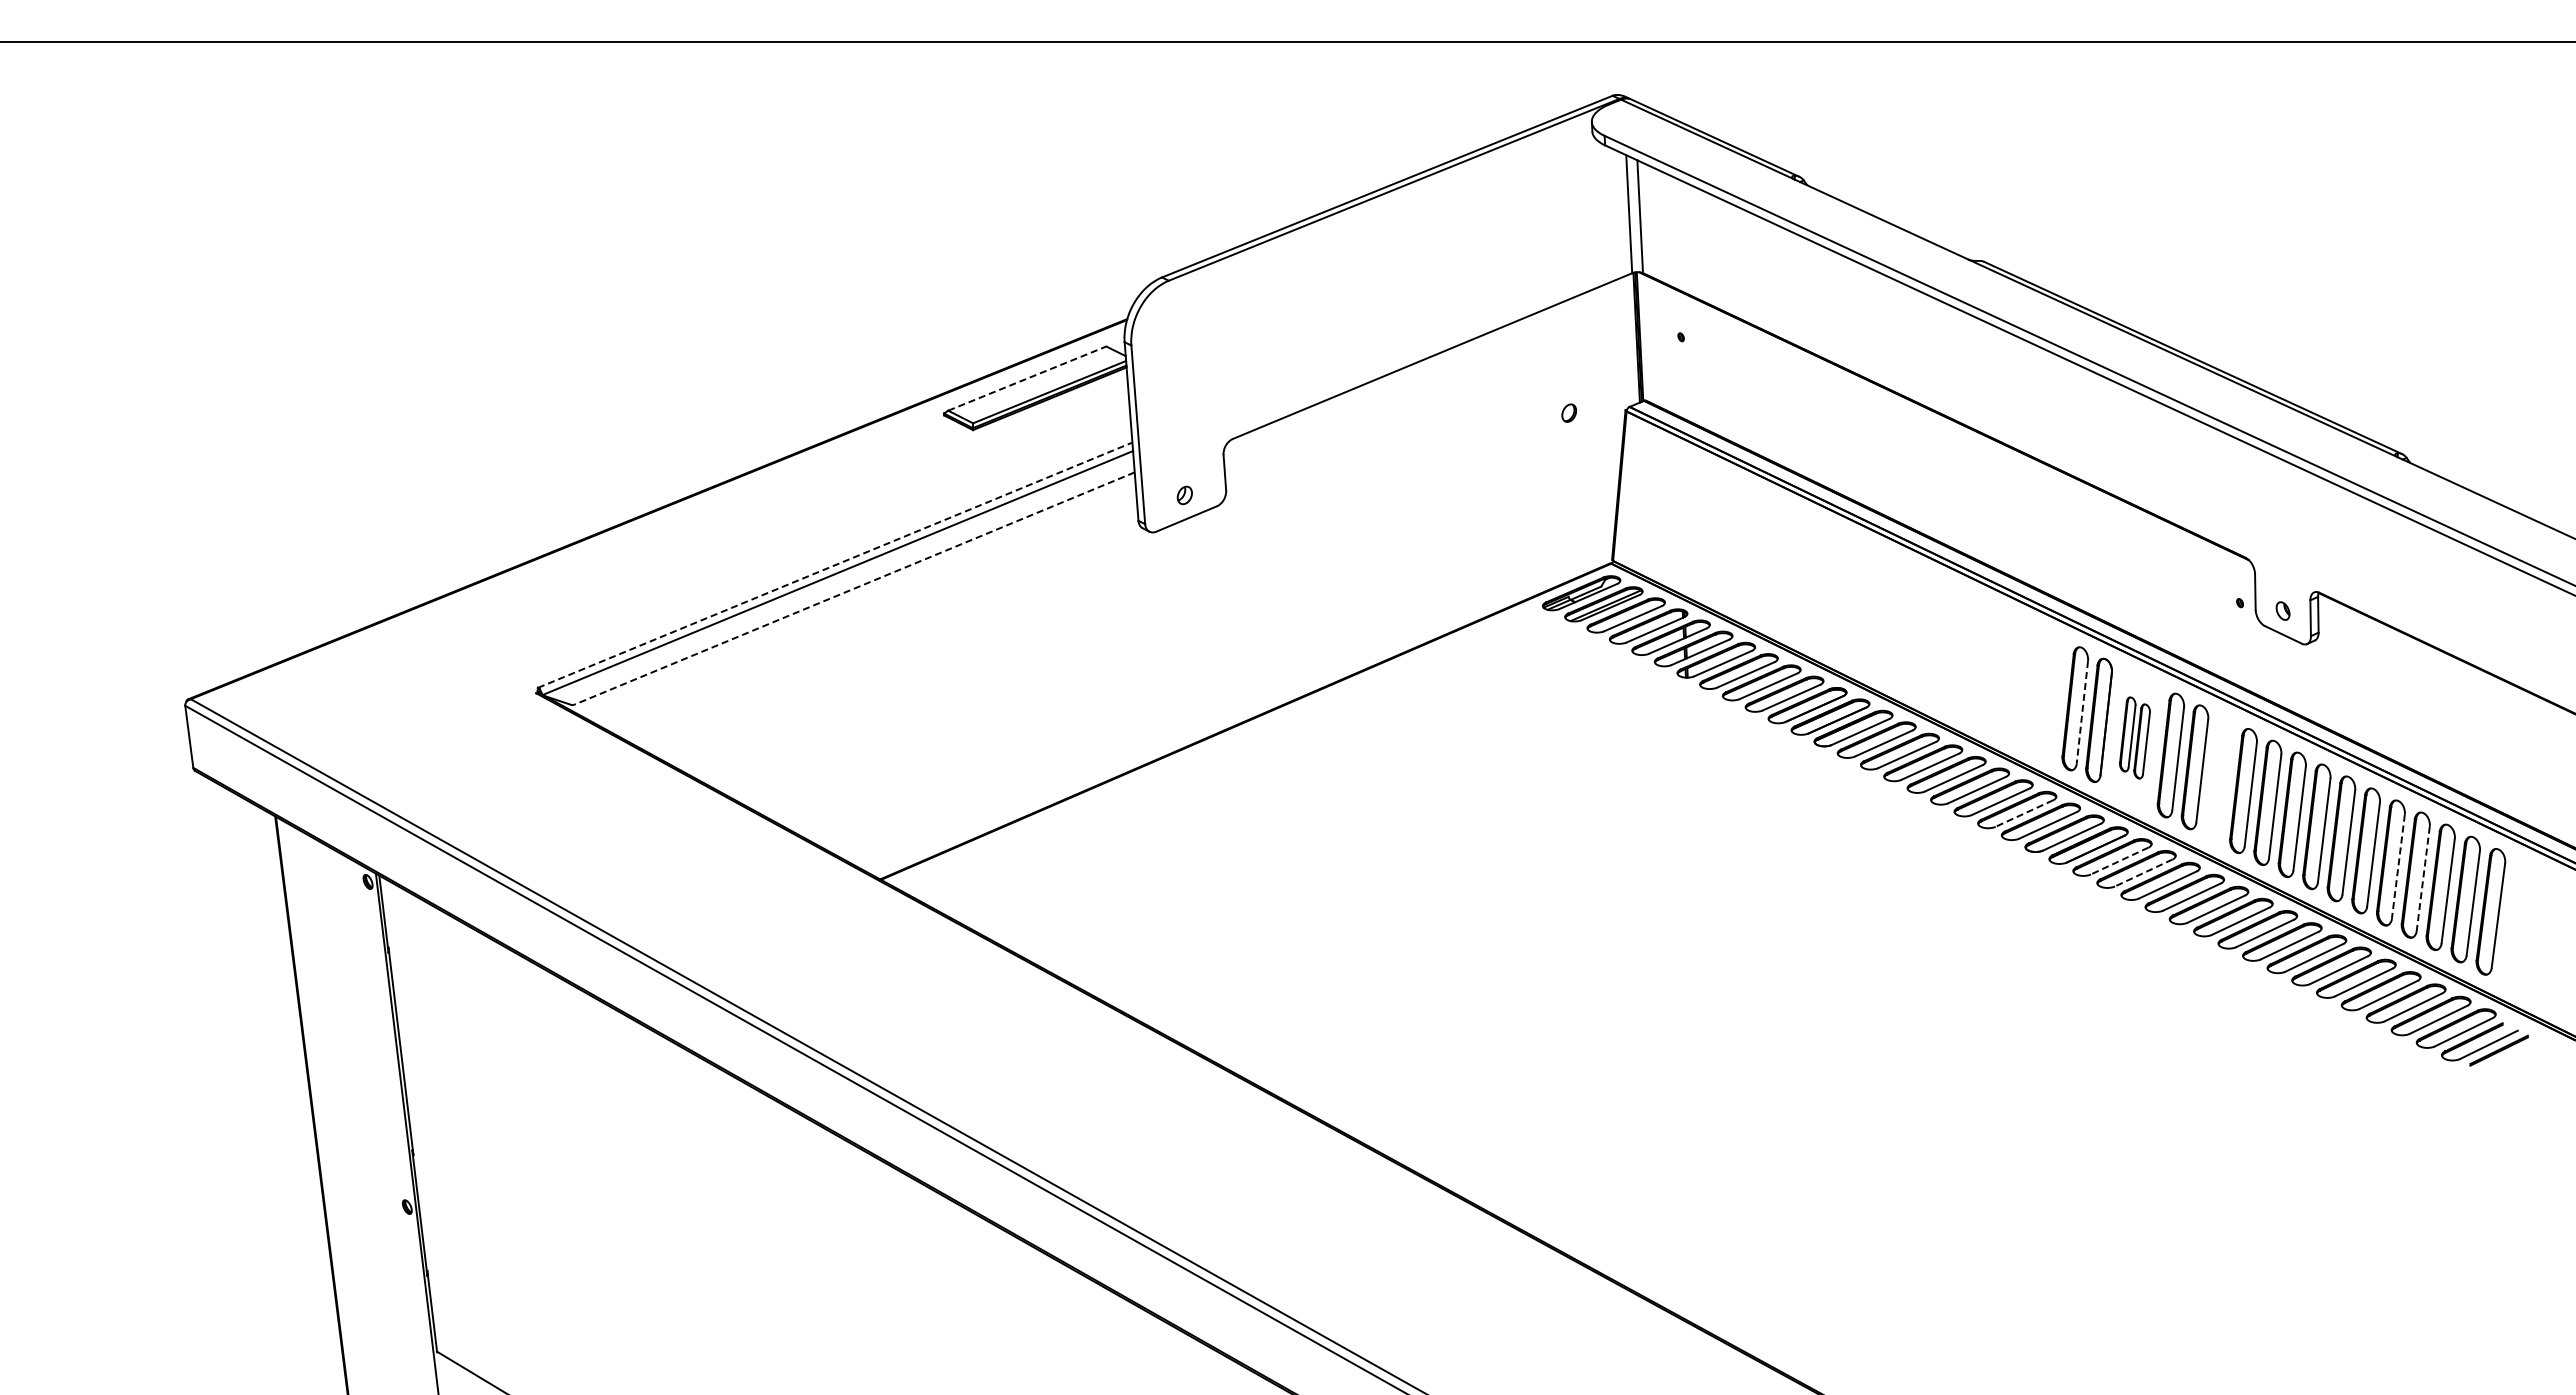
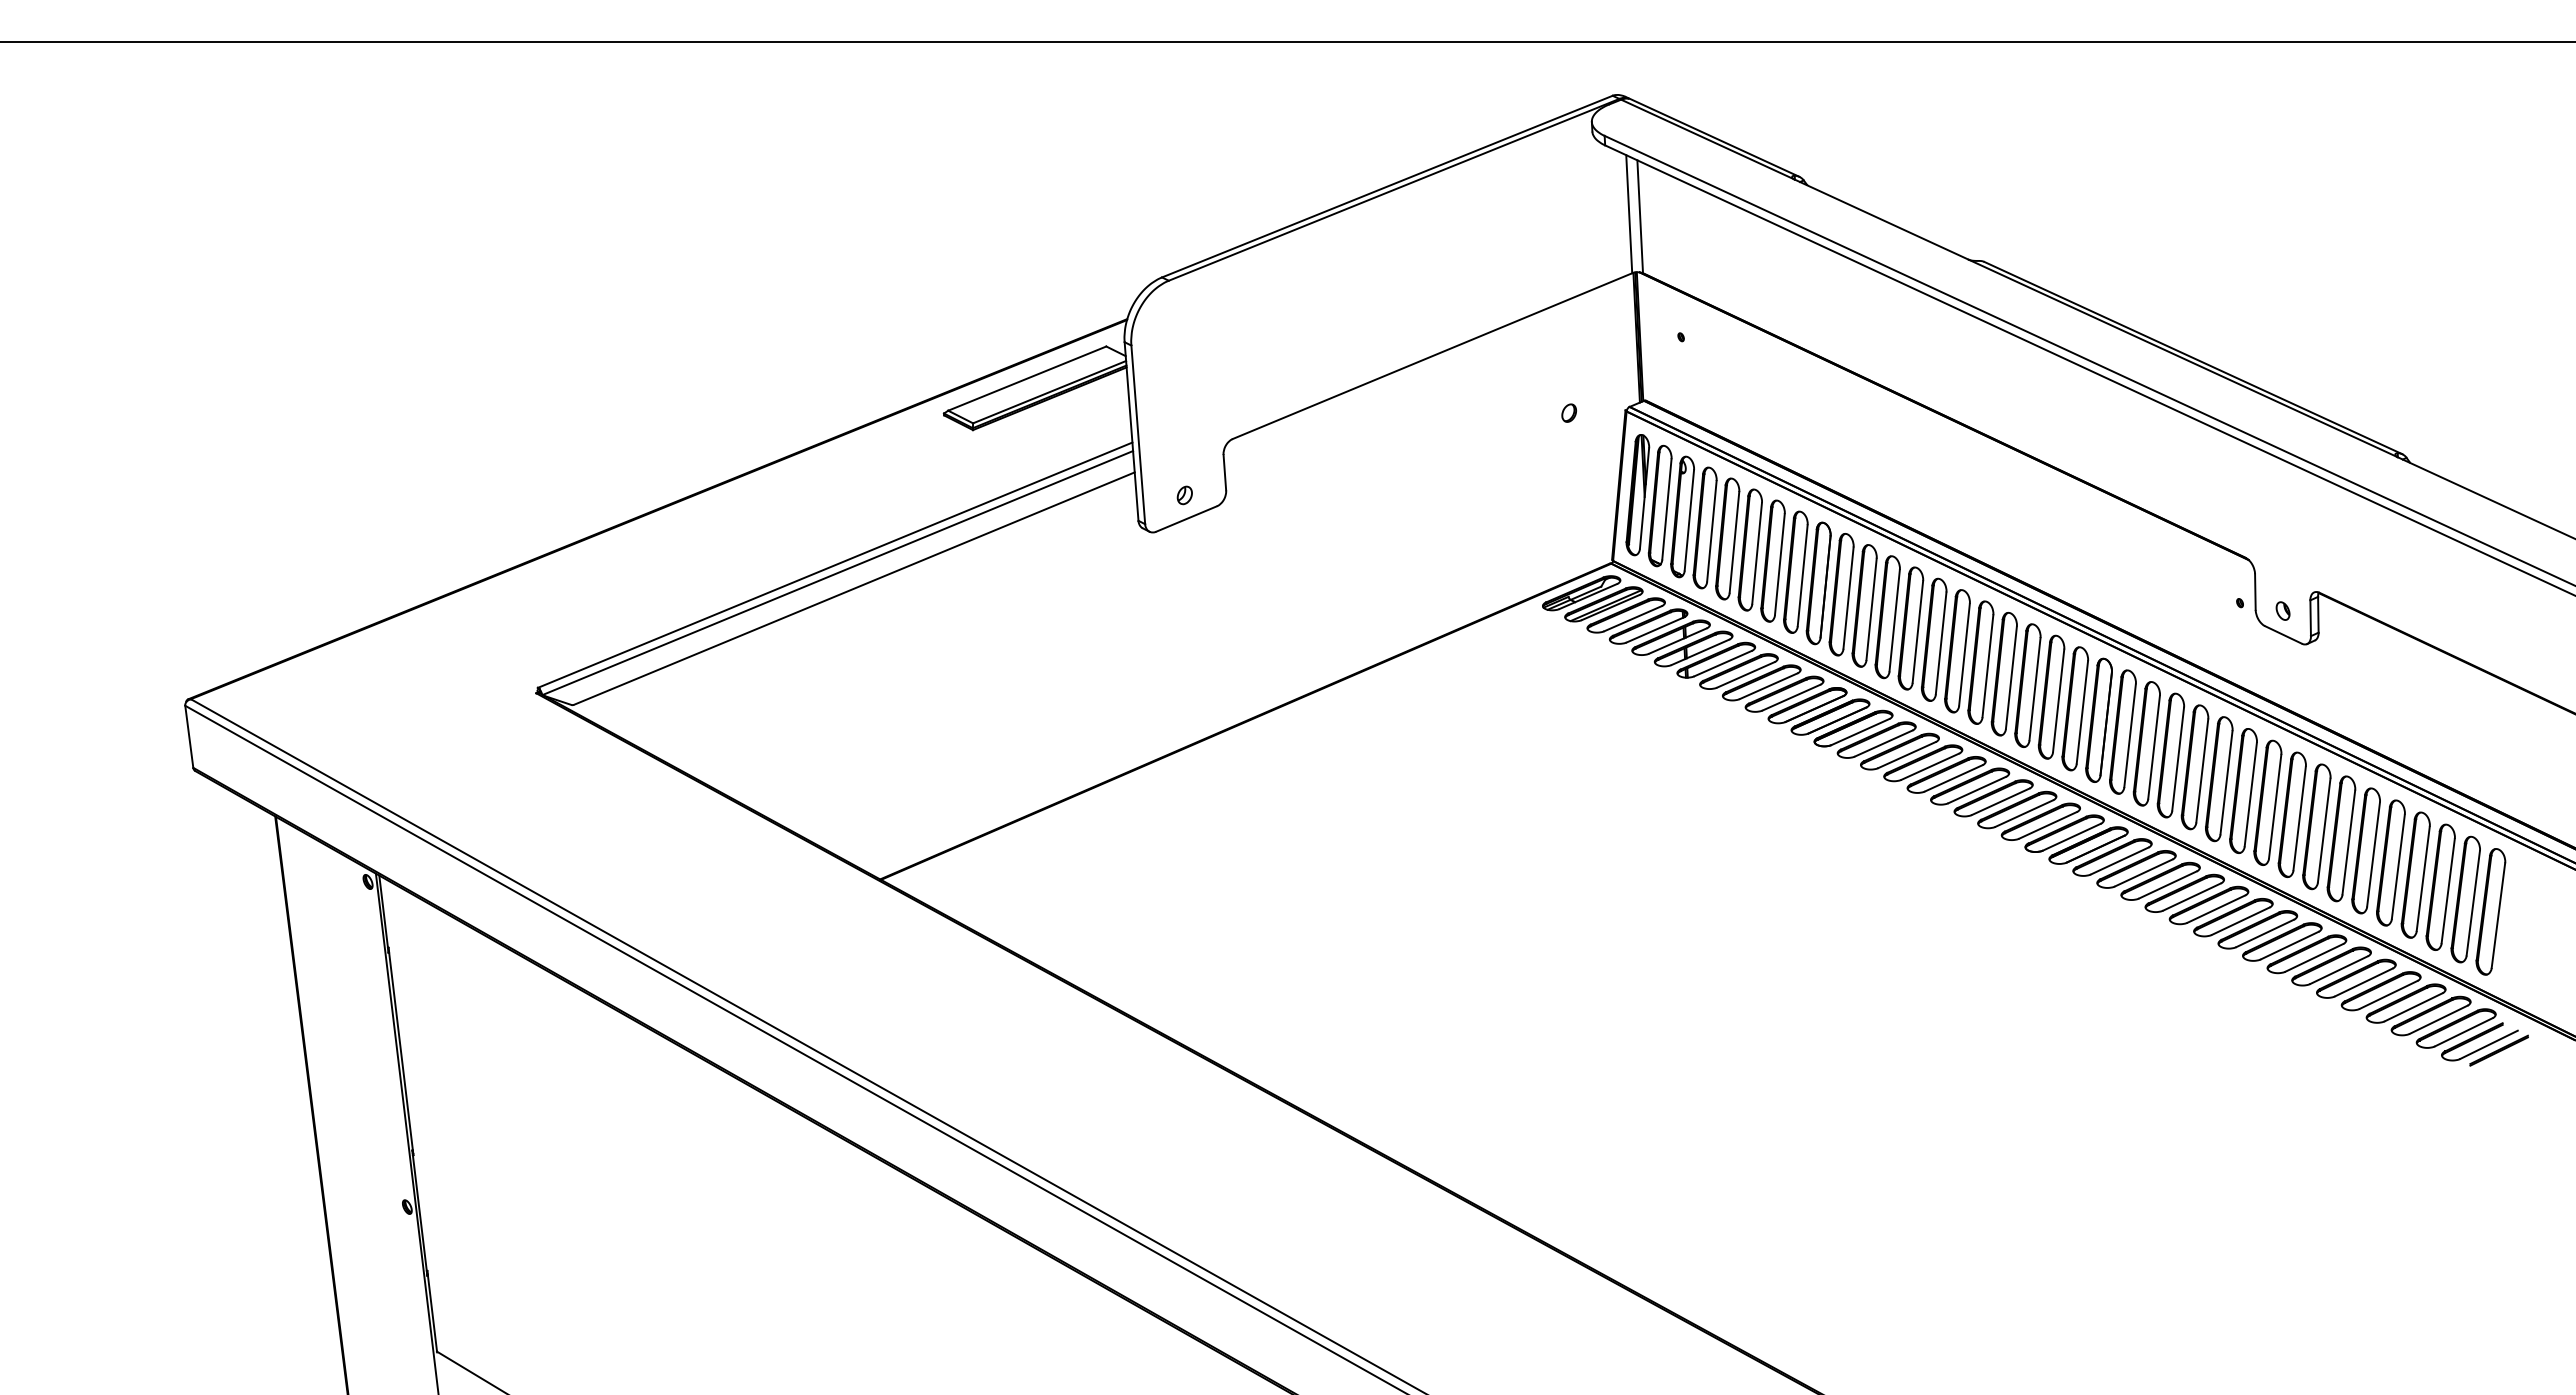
line at (1027, 378): dashed -> solid
line at (835, 565): dashed -> solid
line at (853, 588): dashed -> solid
part at (1845, 596): none -> present
line at (2082, 712): dashed -> solid
part at (2134, 737) size: 32x84 px -> 52x138 px
part at (2219, 779): none -> present
line at (2024, 813): dashed -> solid
line at (2119, 861): dashed -> solid
line at (2398, 867): dashed -> solid
line at (2143, 872): dashed -> solid
line at (2423, 878): dashed -> solid
